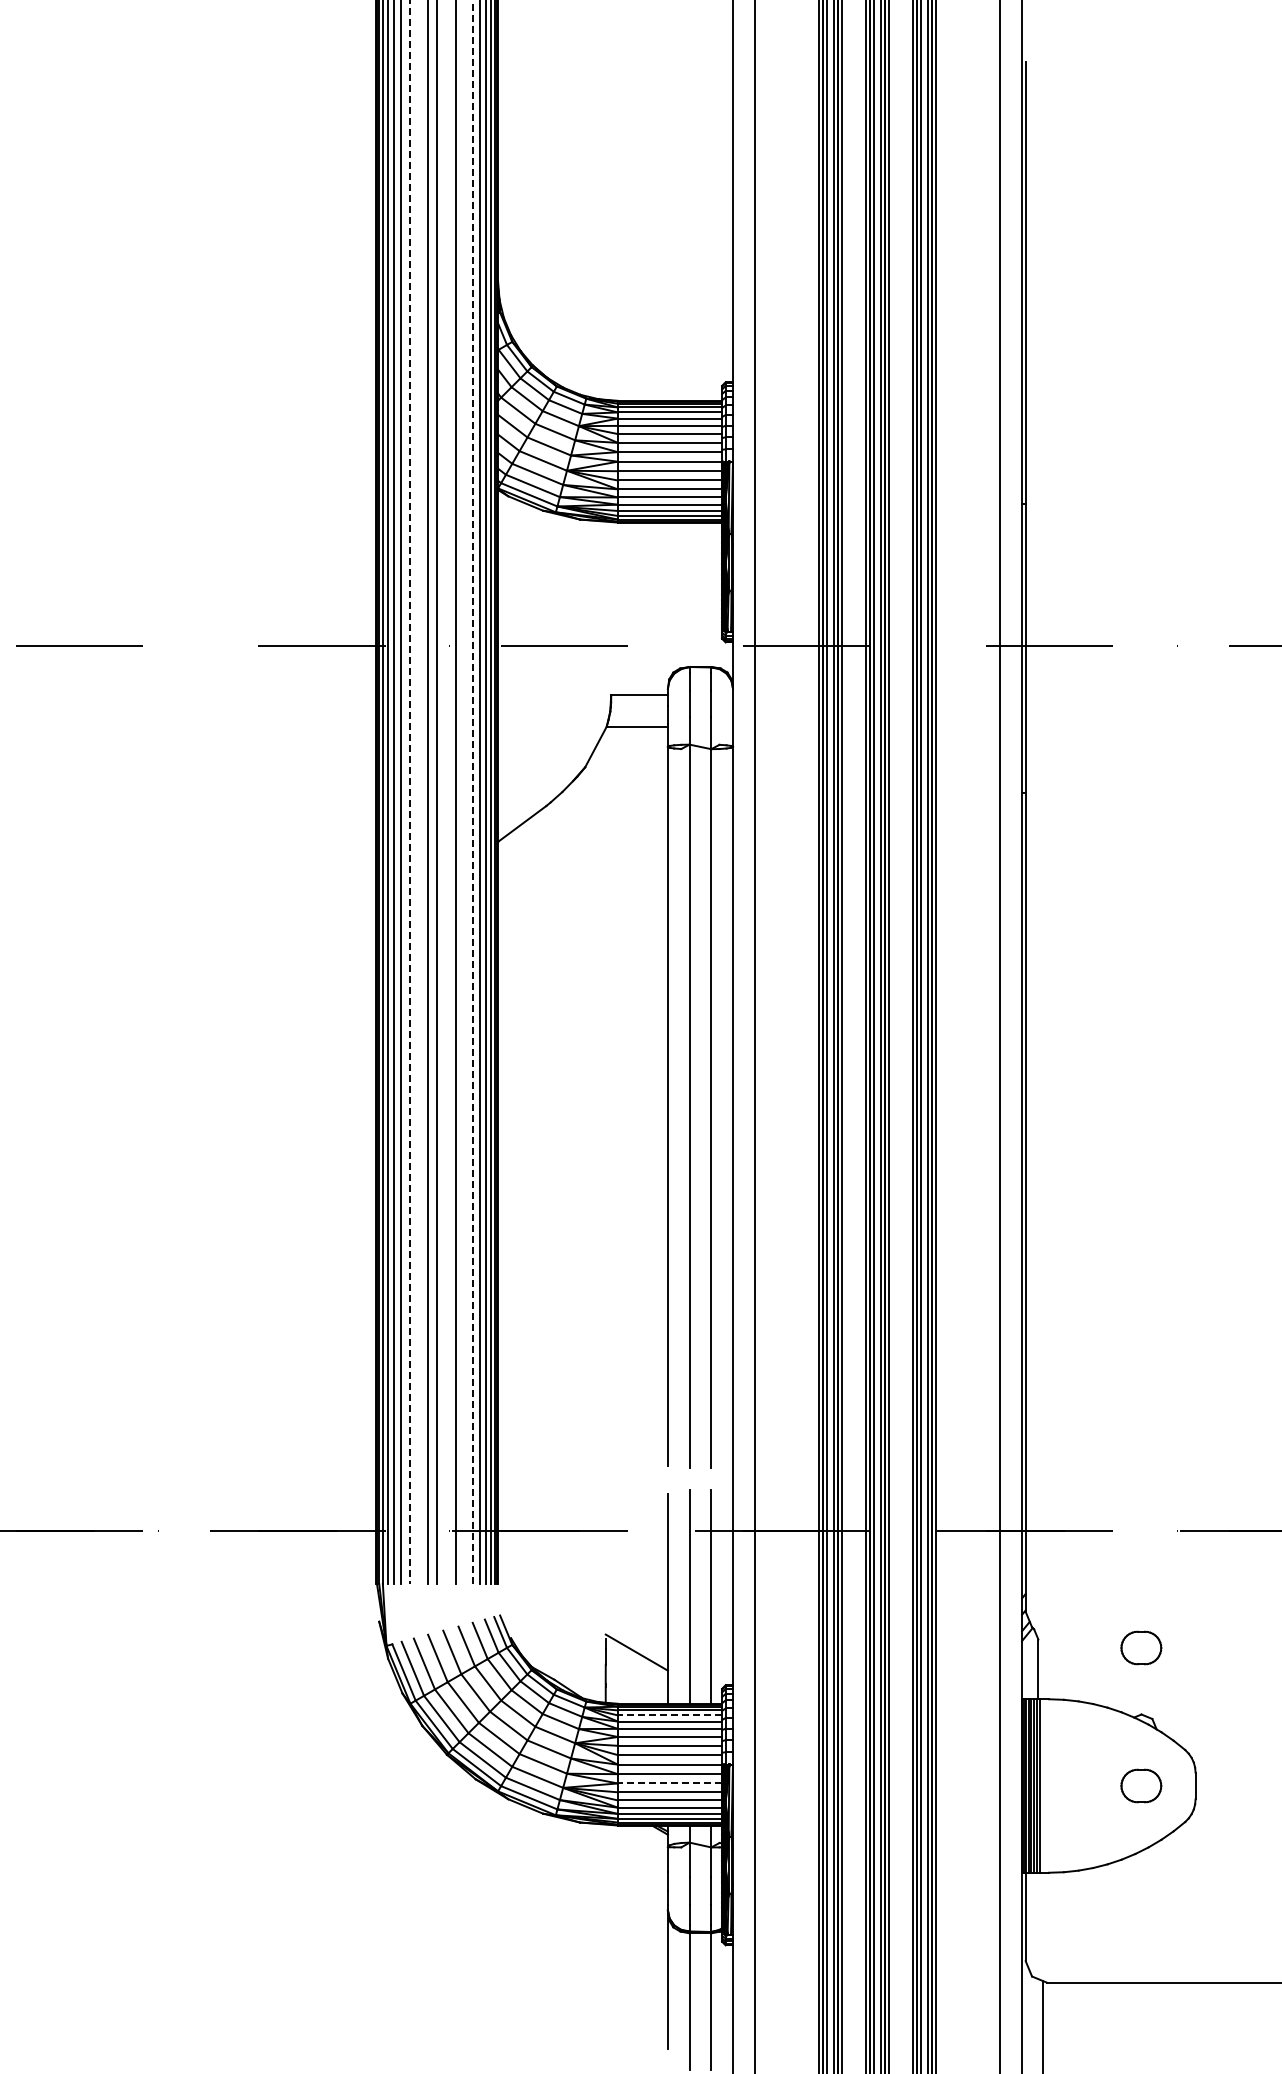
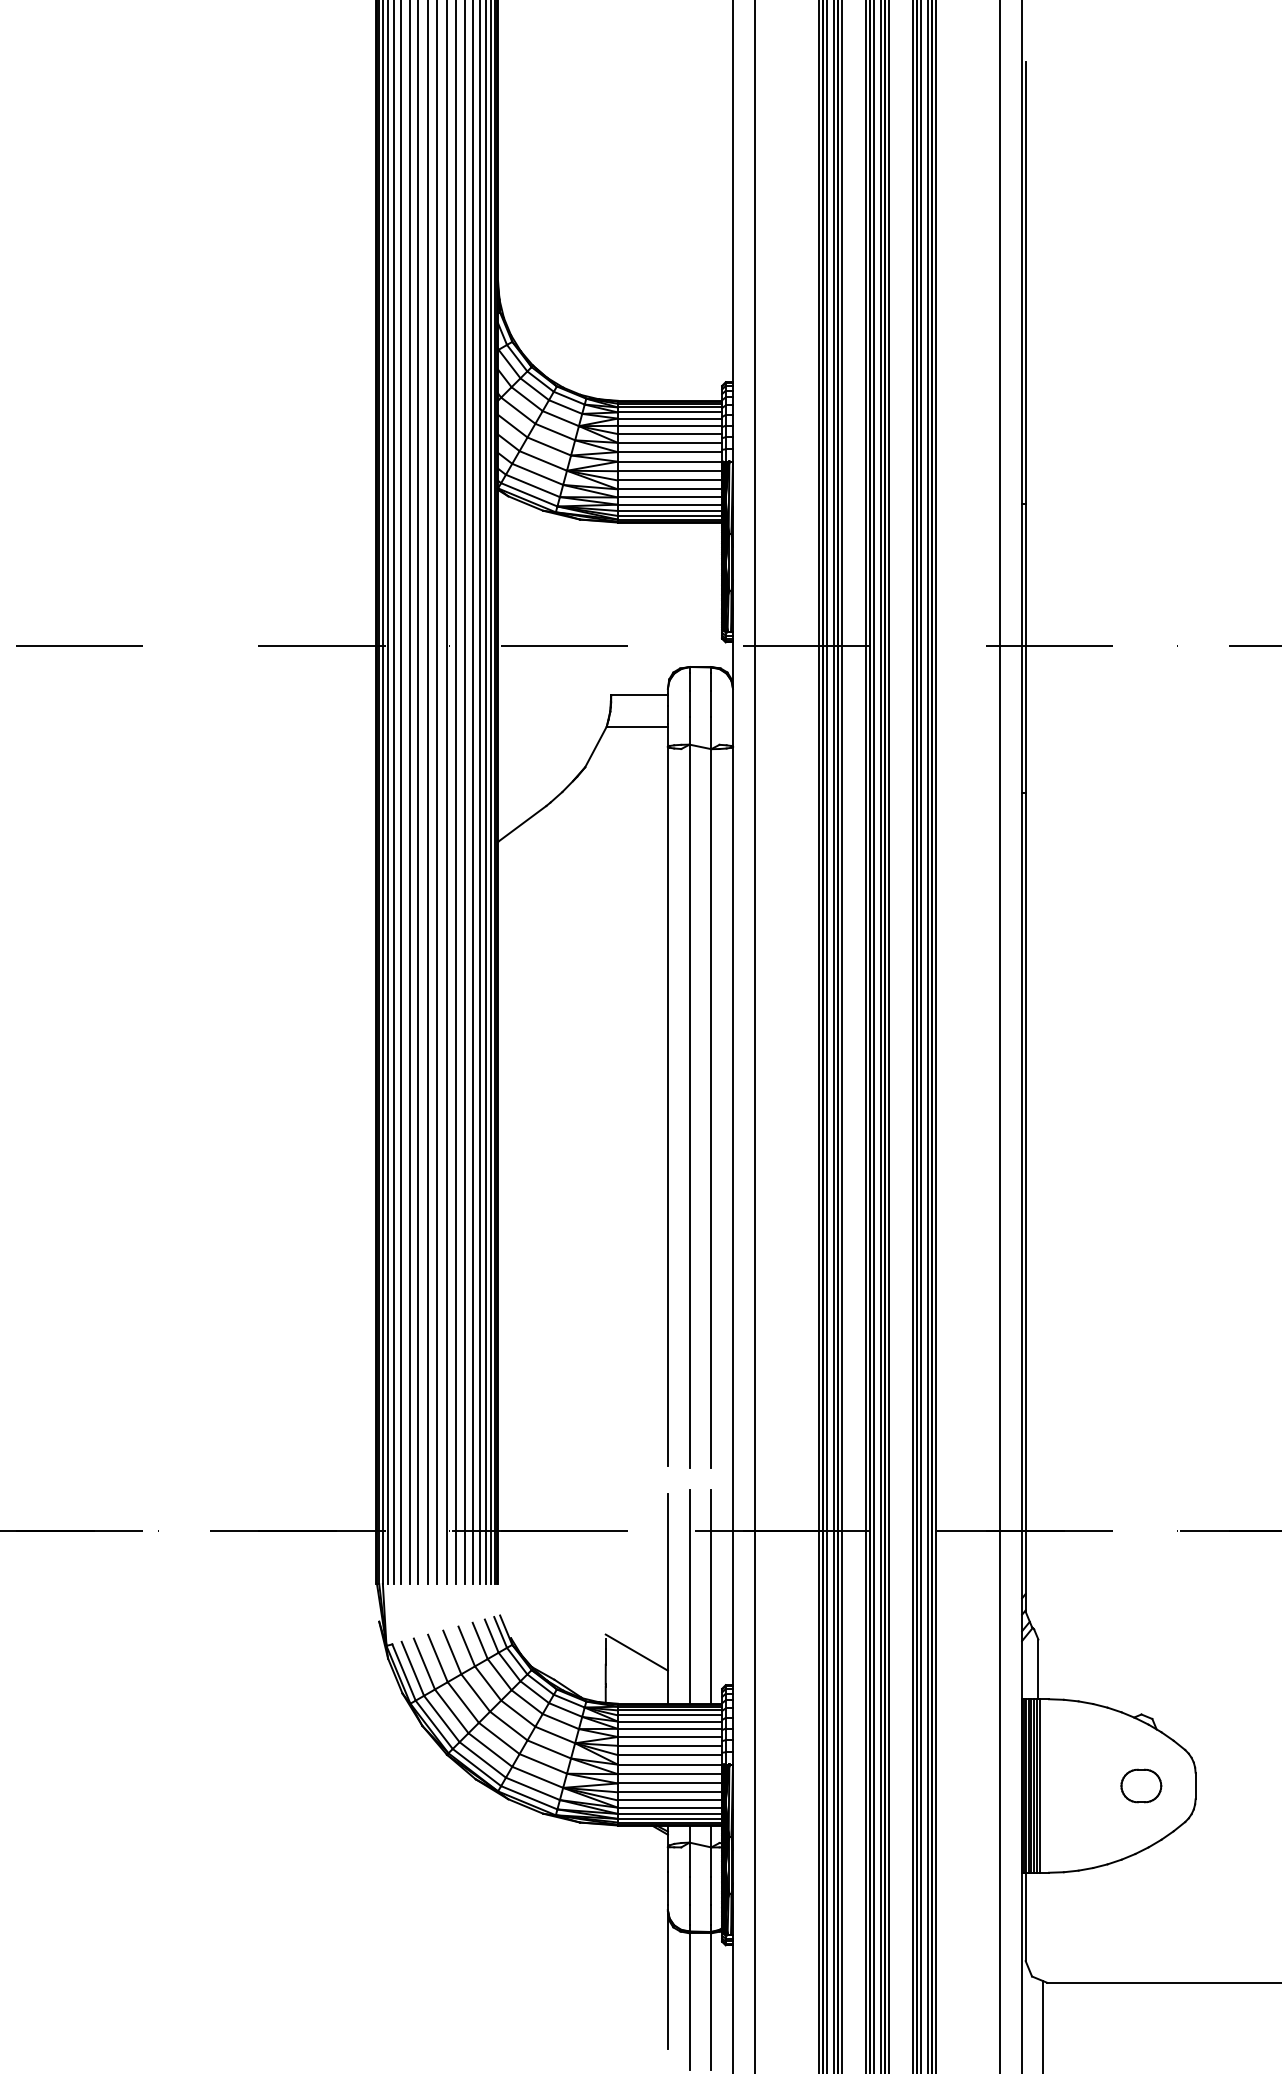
line at (409, 792): dashed -> solid
line at (418, 792): none -> present
line at (446, 792): none -> present
line at (464, 792): none -> present
line at (472, 792): dashed -> solid
part at (1141, 1647): present -> none
line at (669, 1715): dashed -> solid
line at (669, 1783): dashed -> solid
